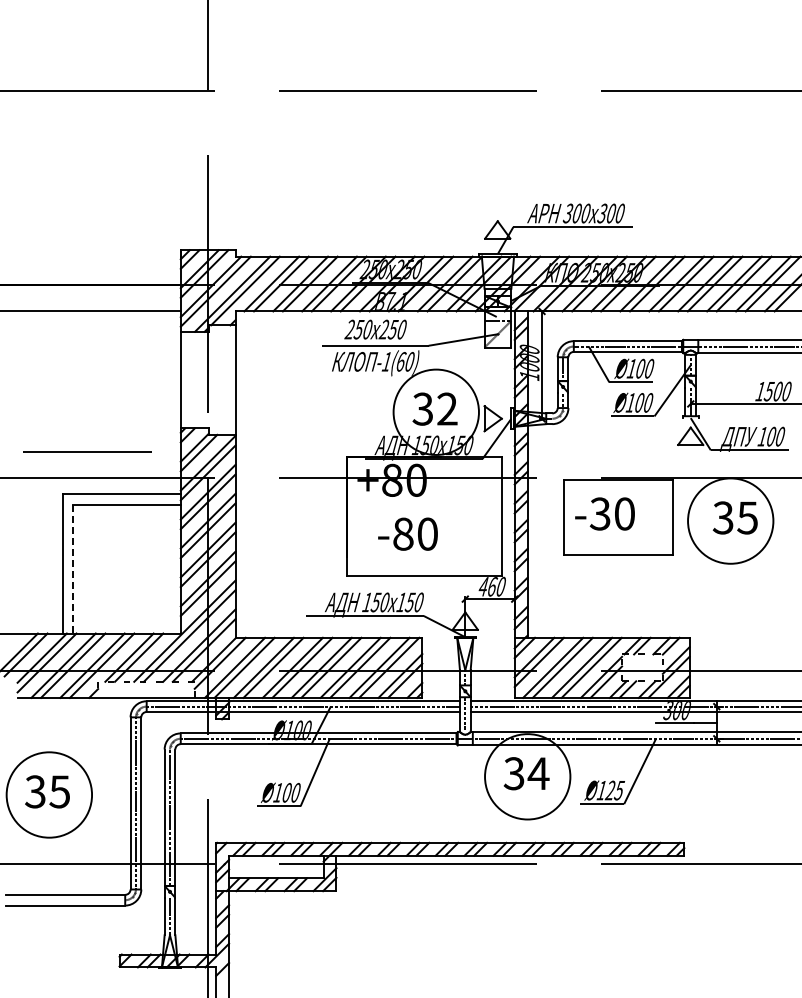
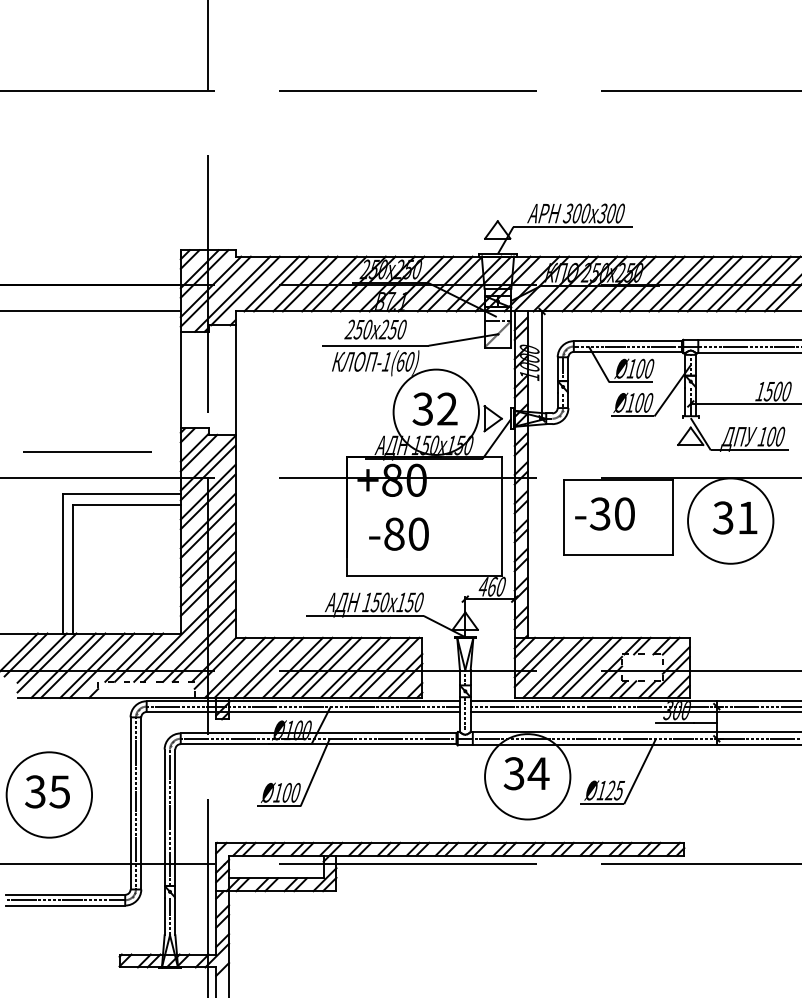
text at (747, 517): 35 -> 31
text at (407, 533) position: (407, 533) -> (398, 533)
line at (73, 569): dashed -> solid
line at (65, 900): none -> present
